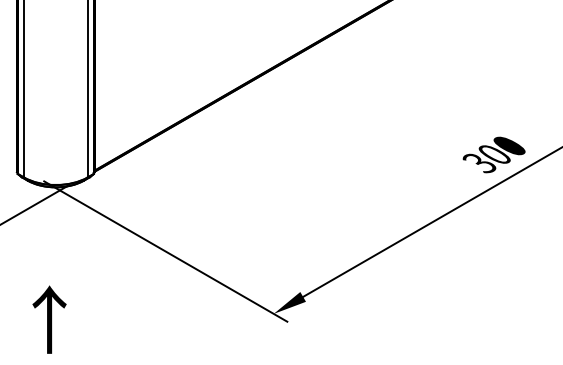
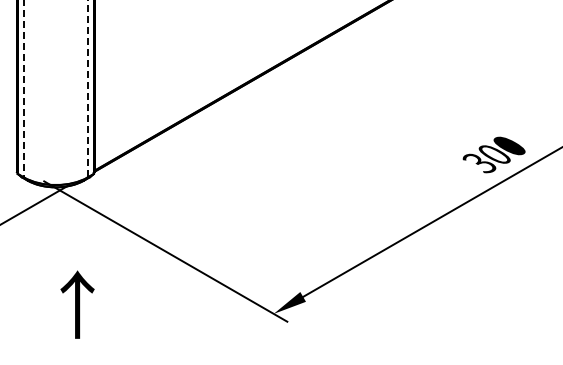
line at (87, 88): solid -> dashed
line at (23, 89): solid -> dashed
text at (49, 319) position: (49, 319) -> (77, 304)
